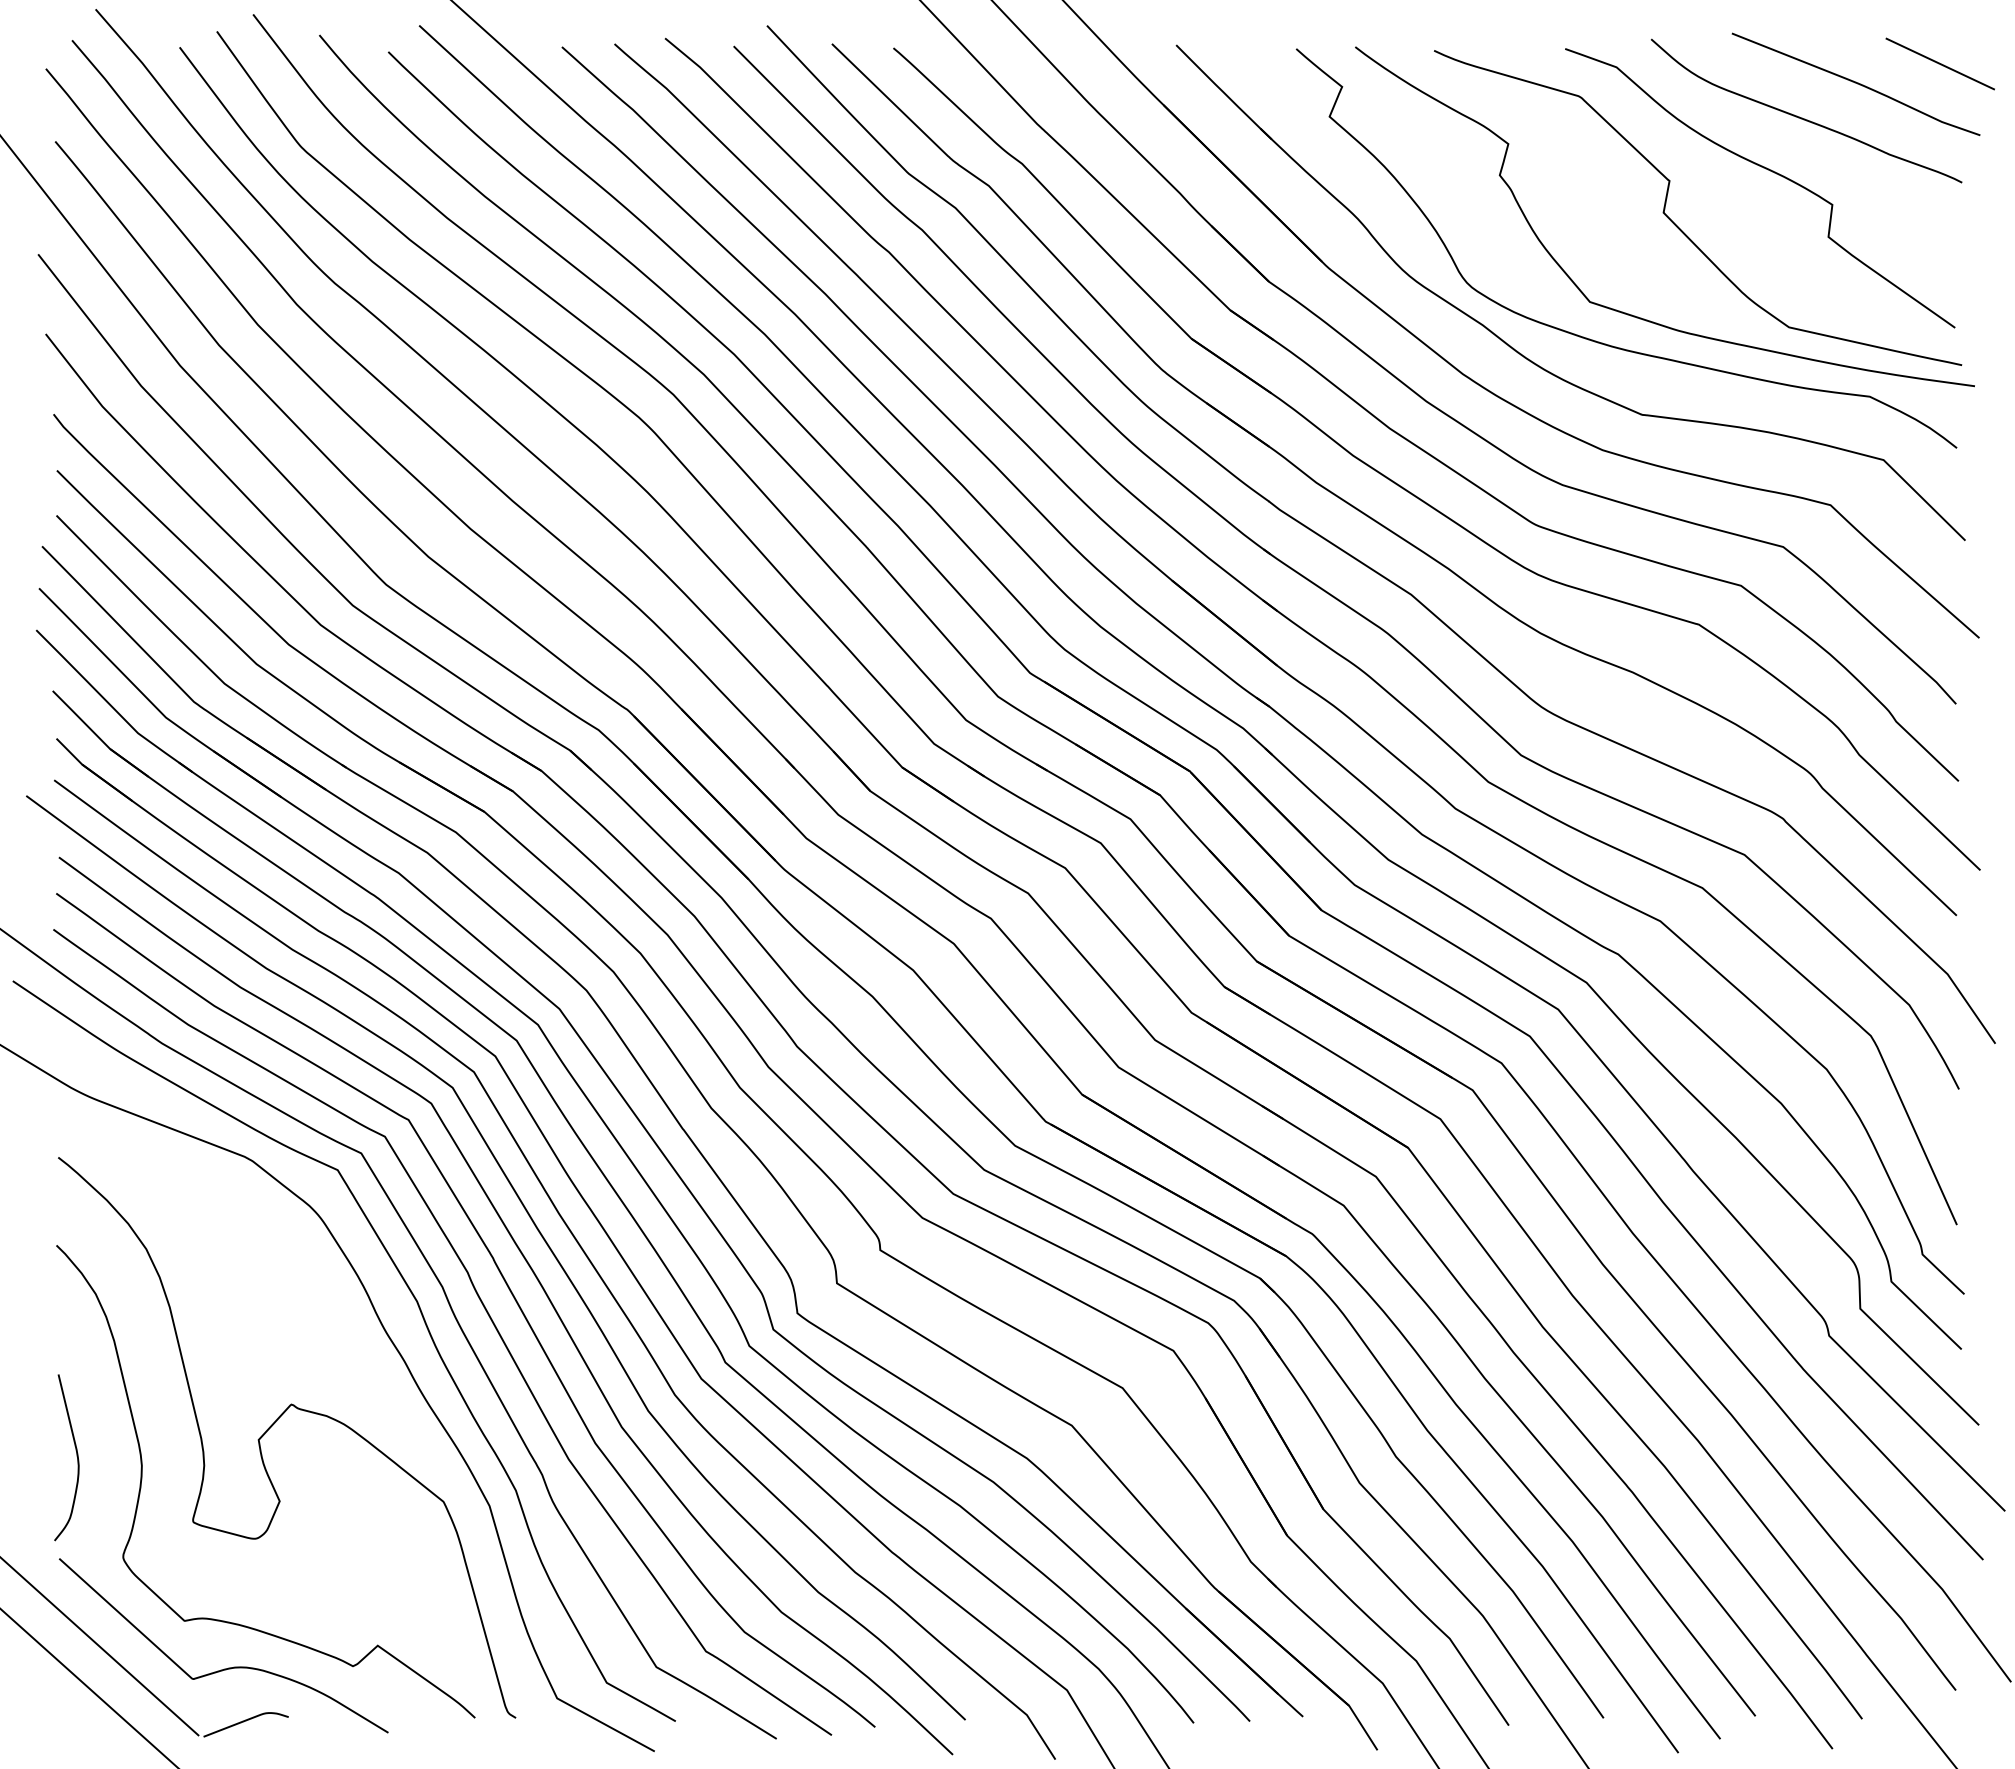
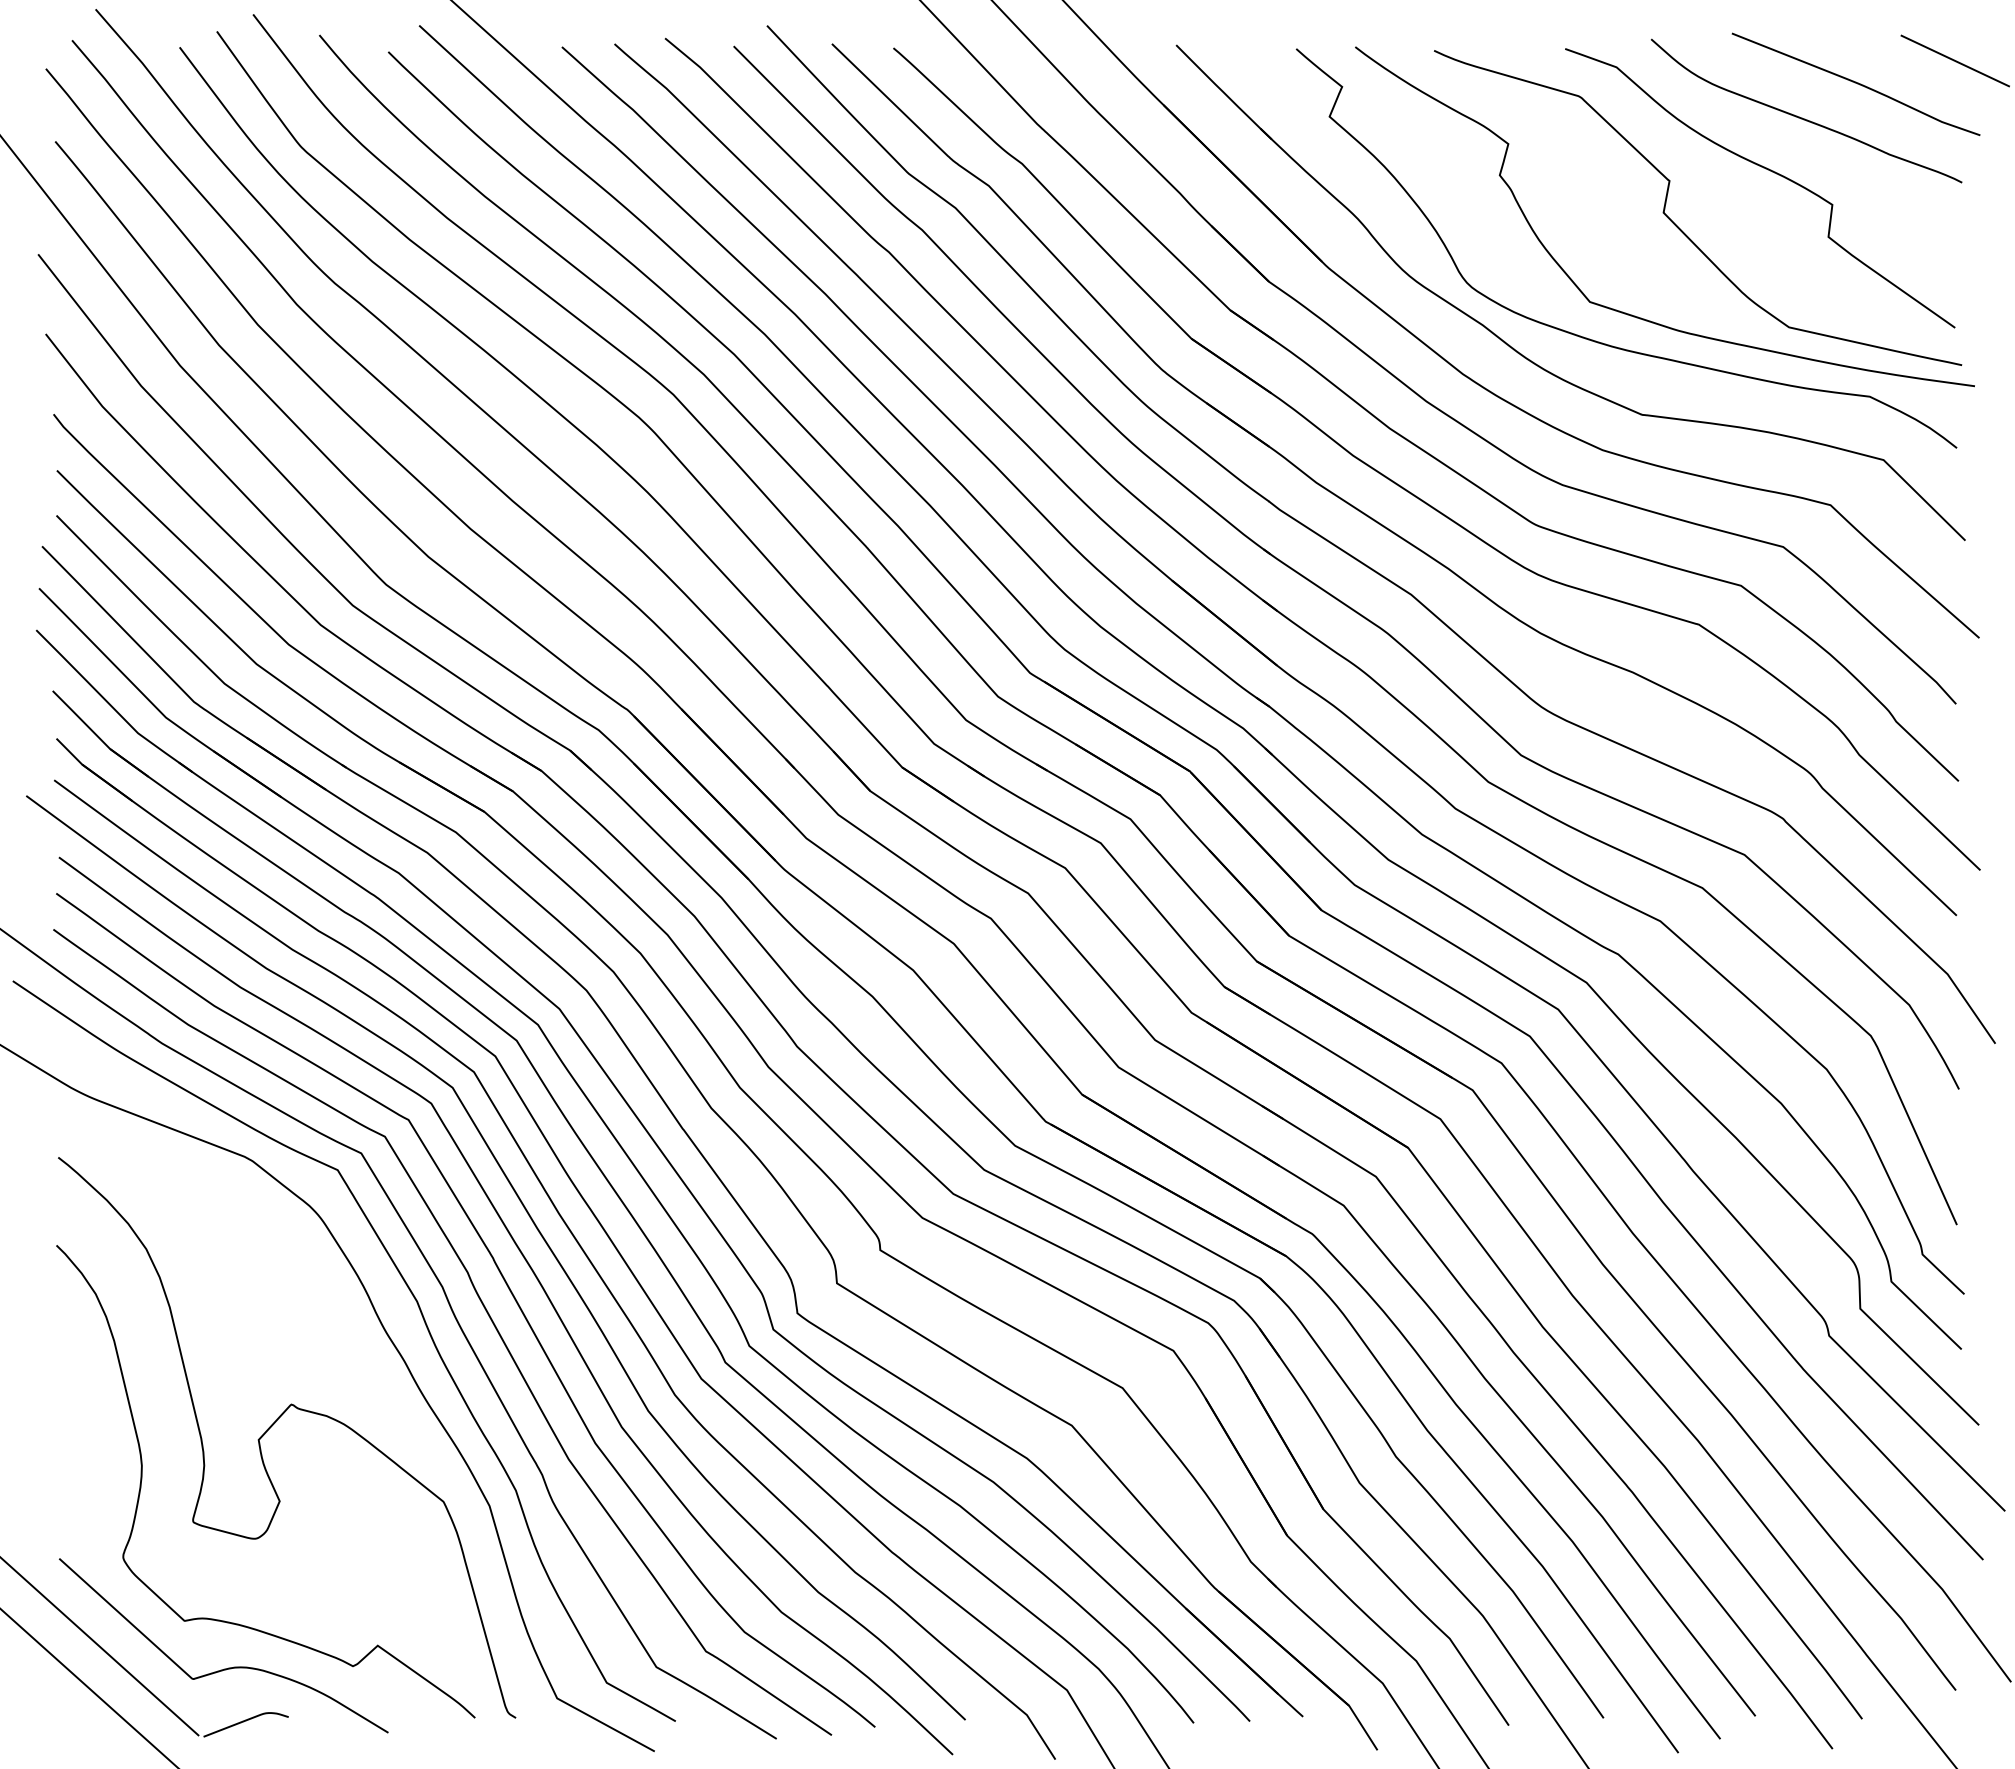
line at (1939, 63) position: (1939, 63) -> (1954, 60)
curve at (76, 1456): present -> none
